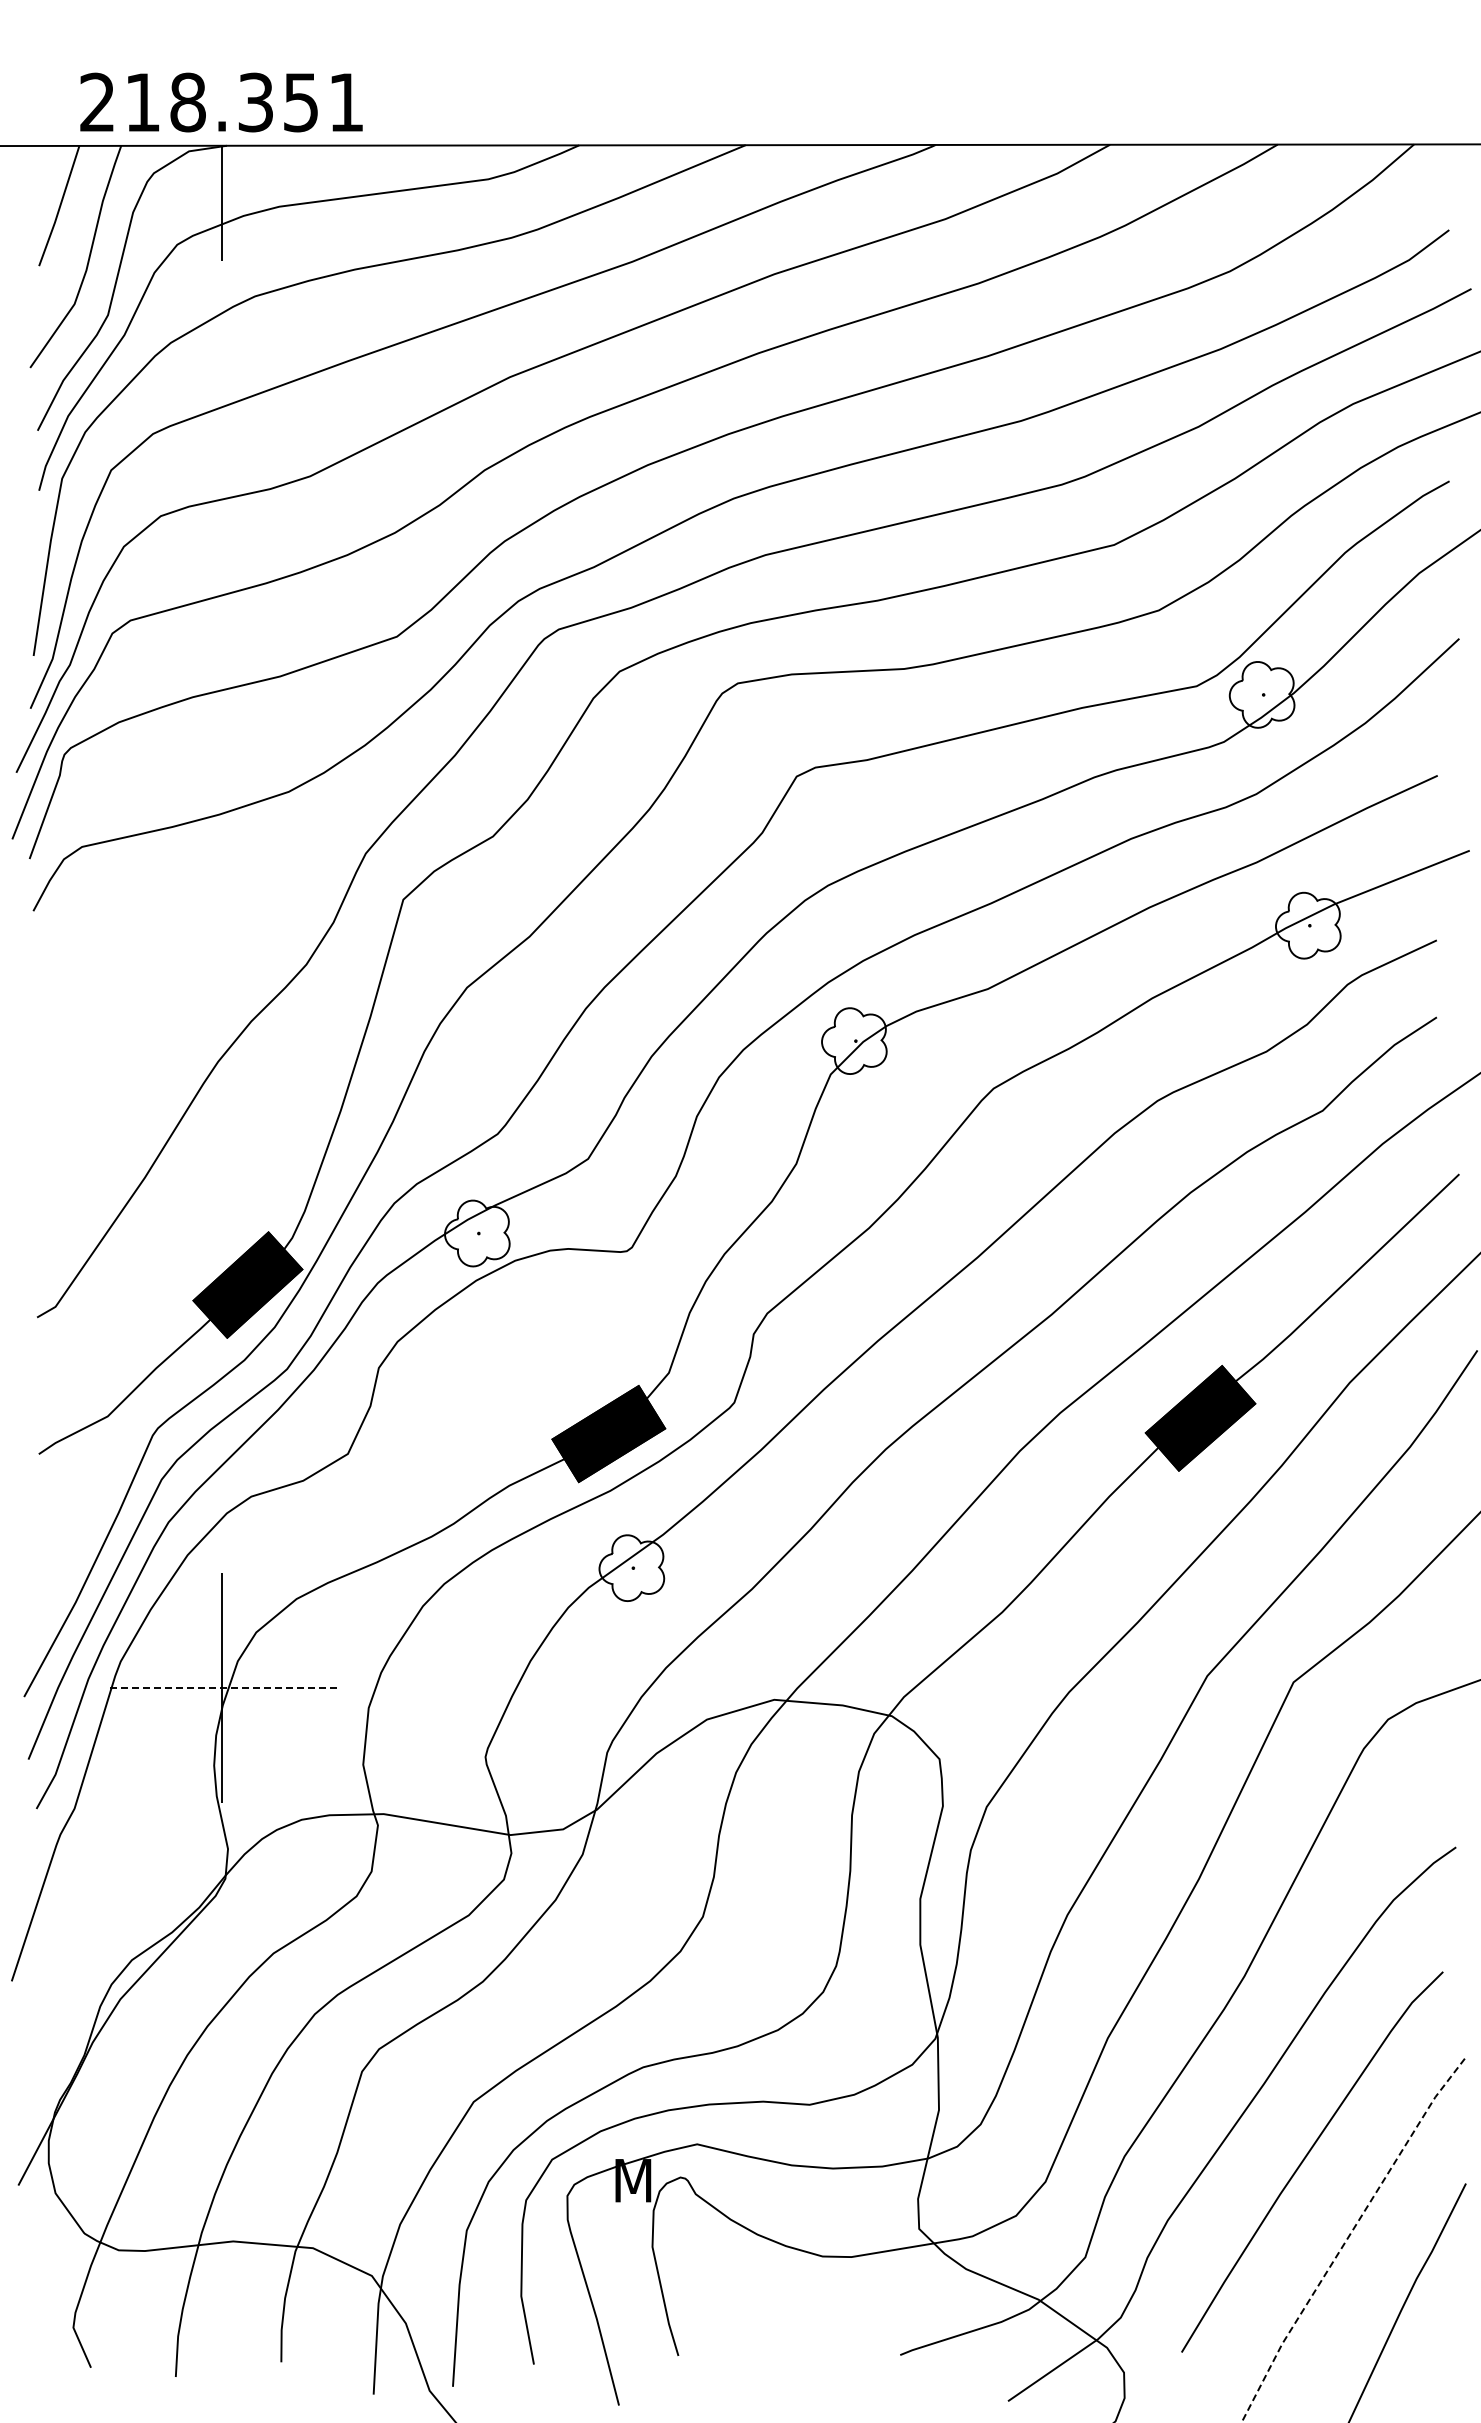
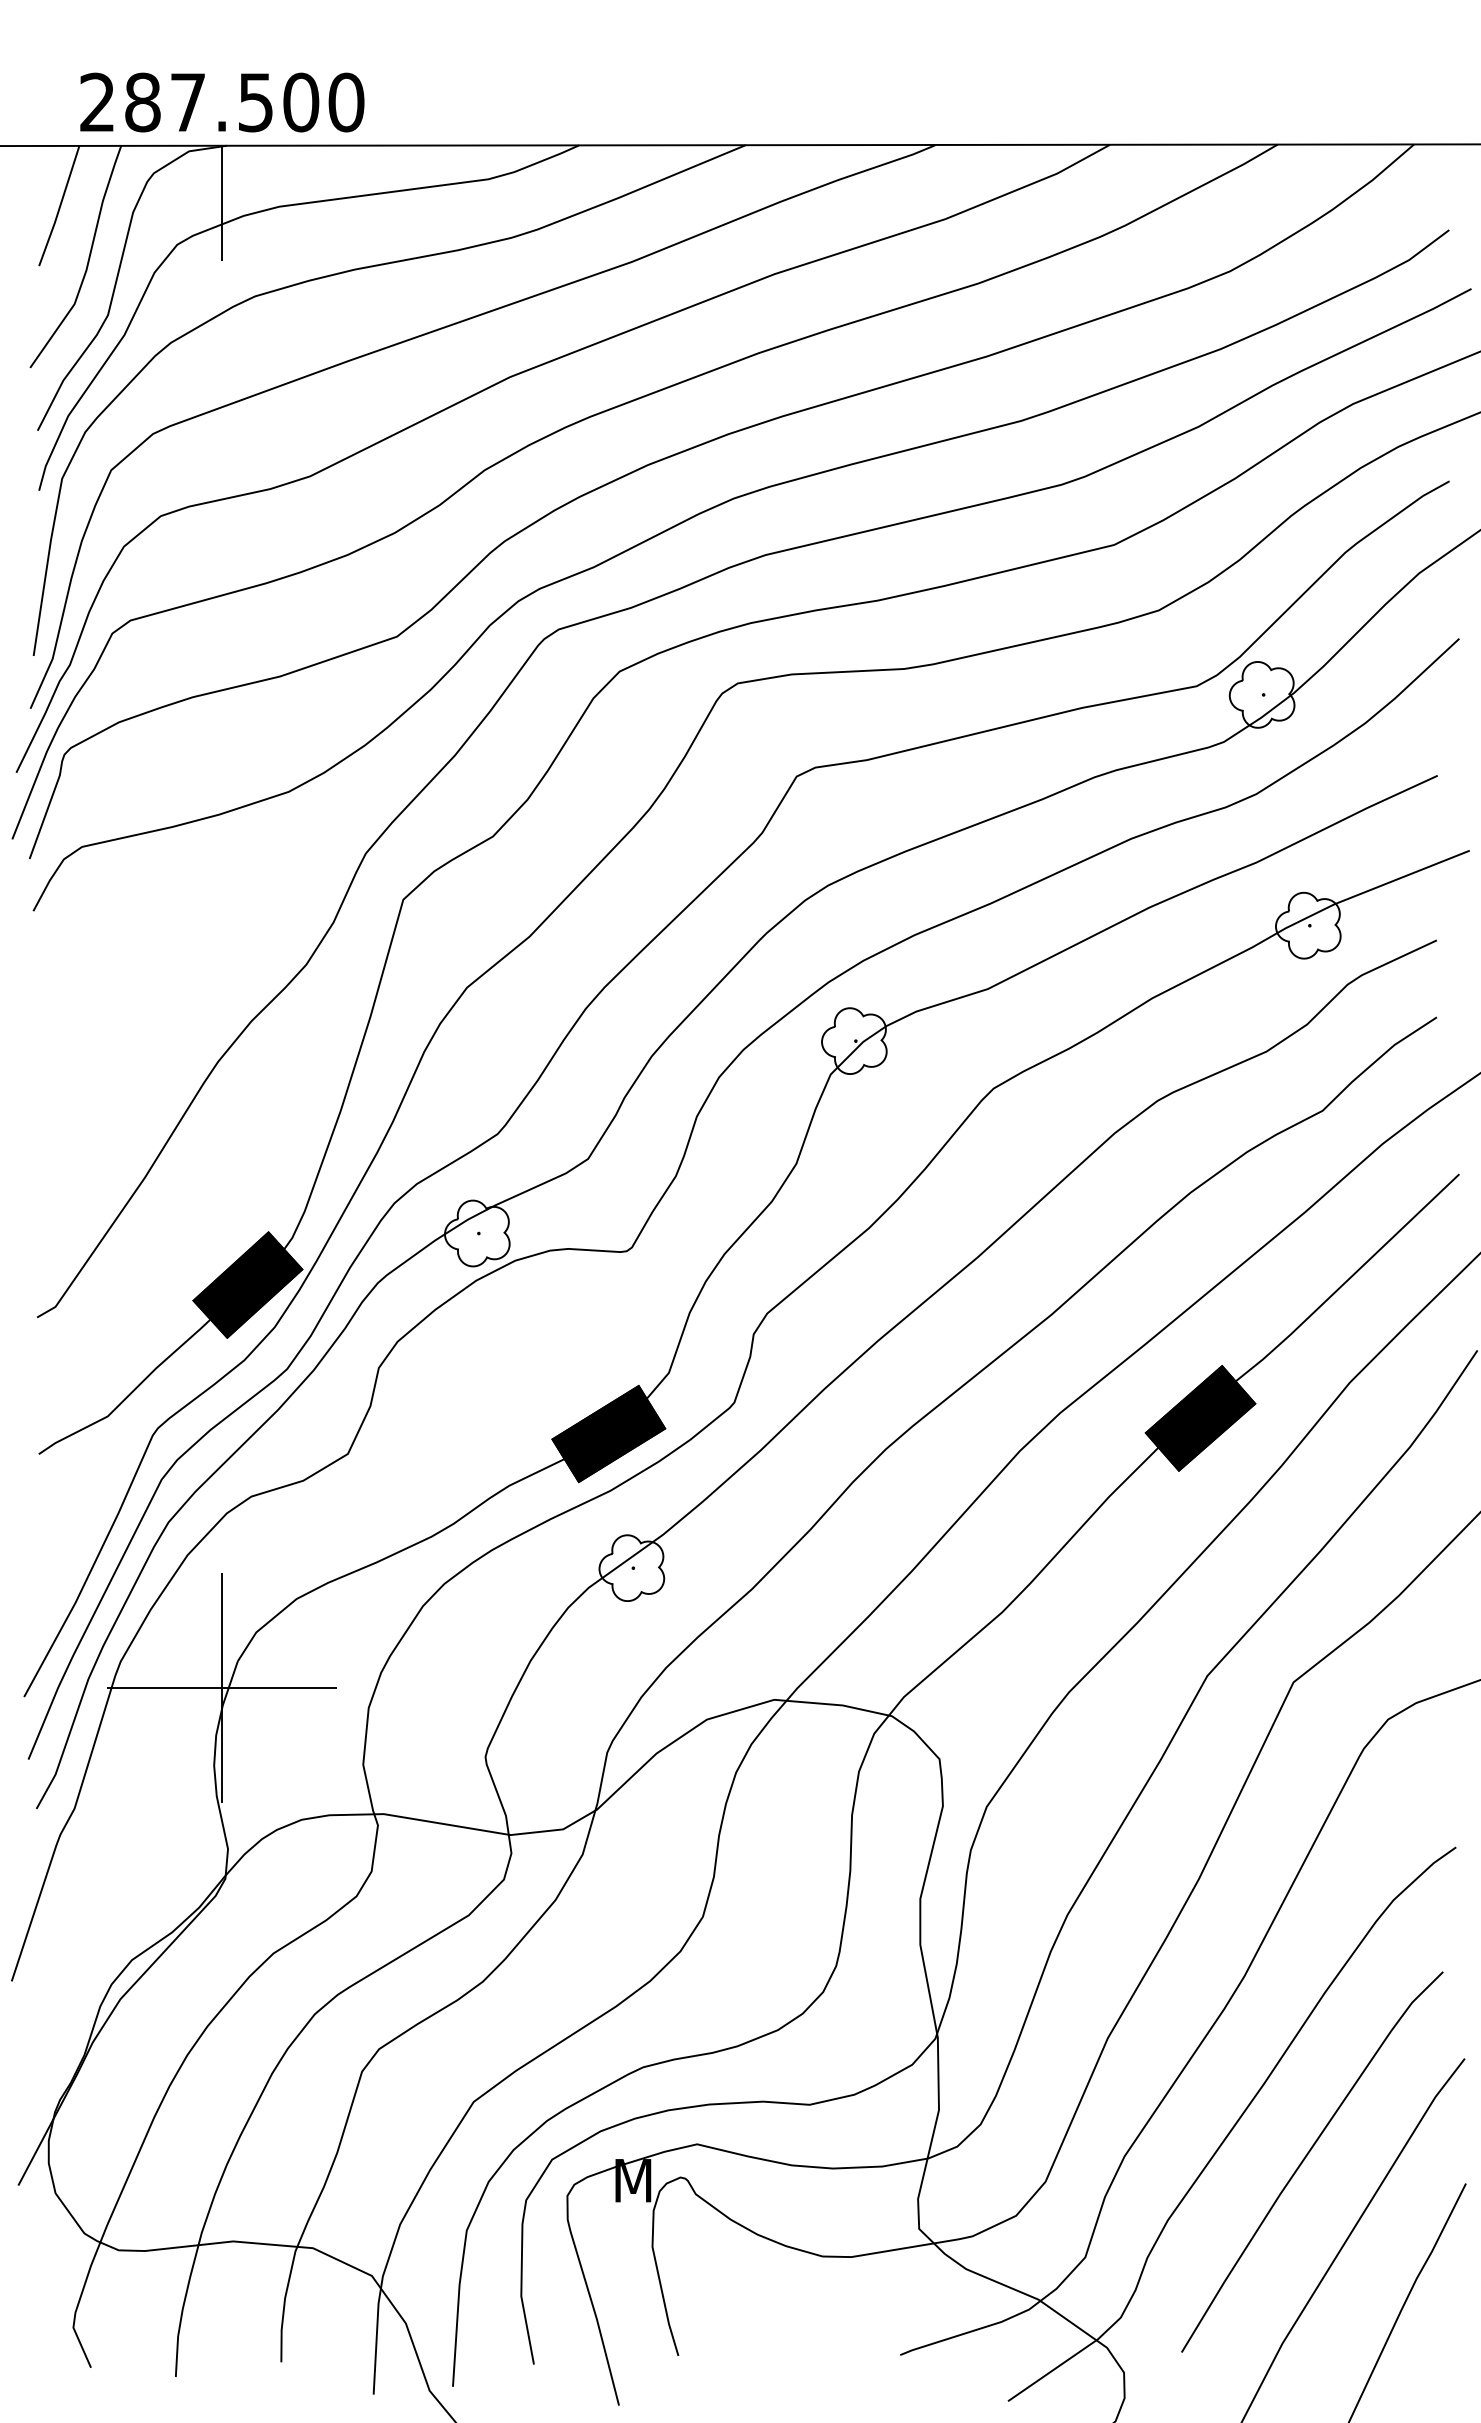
text at (244, 102): 218.351 -> 287.500
line at (221, 1688): dashed -> solid
line at (1348, 2237): dashed -> solid
